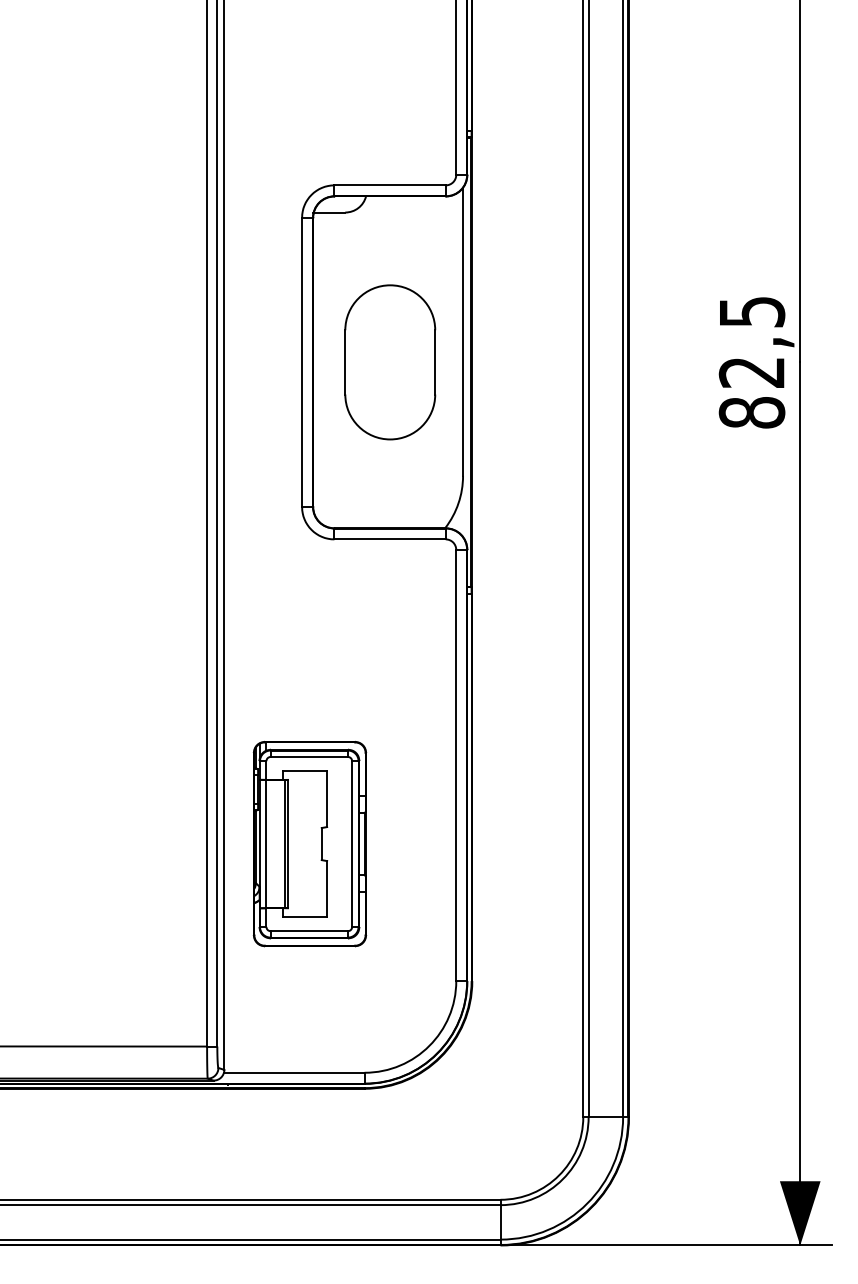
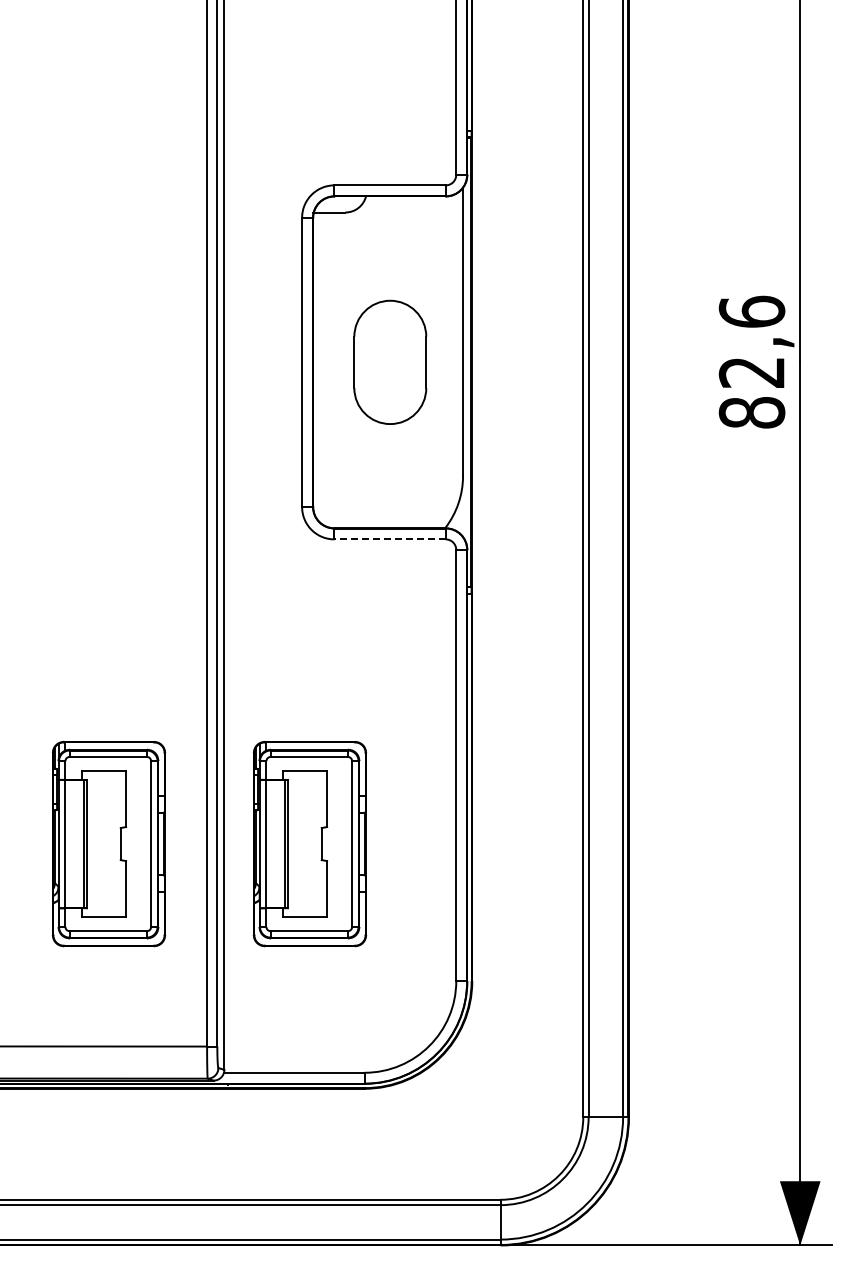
text at (751, 311): 82,5 -> 82,6
part at (390, 362) size: 93x157 px -> 75x126 px
line at (390, 539): solid -> dashed
part at (108, 844): none -> present
